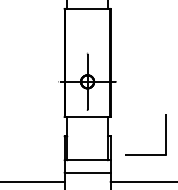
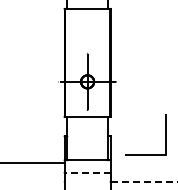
line at (87, 172): solid -> dashed
line at (33, 181) position: (33, 181) -> (33, 162)
line at (144, 181): solid -> dashed
